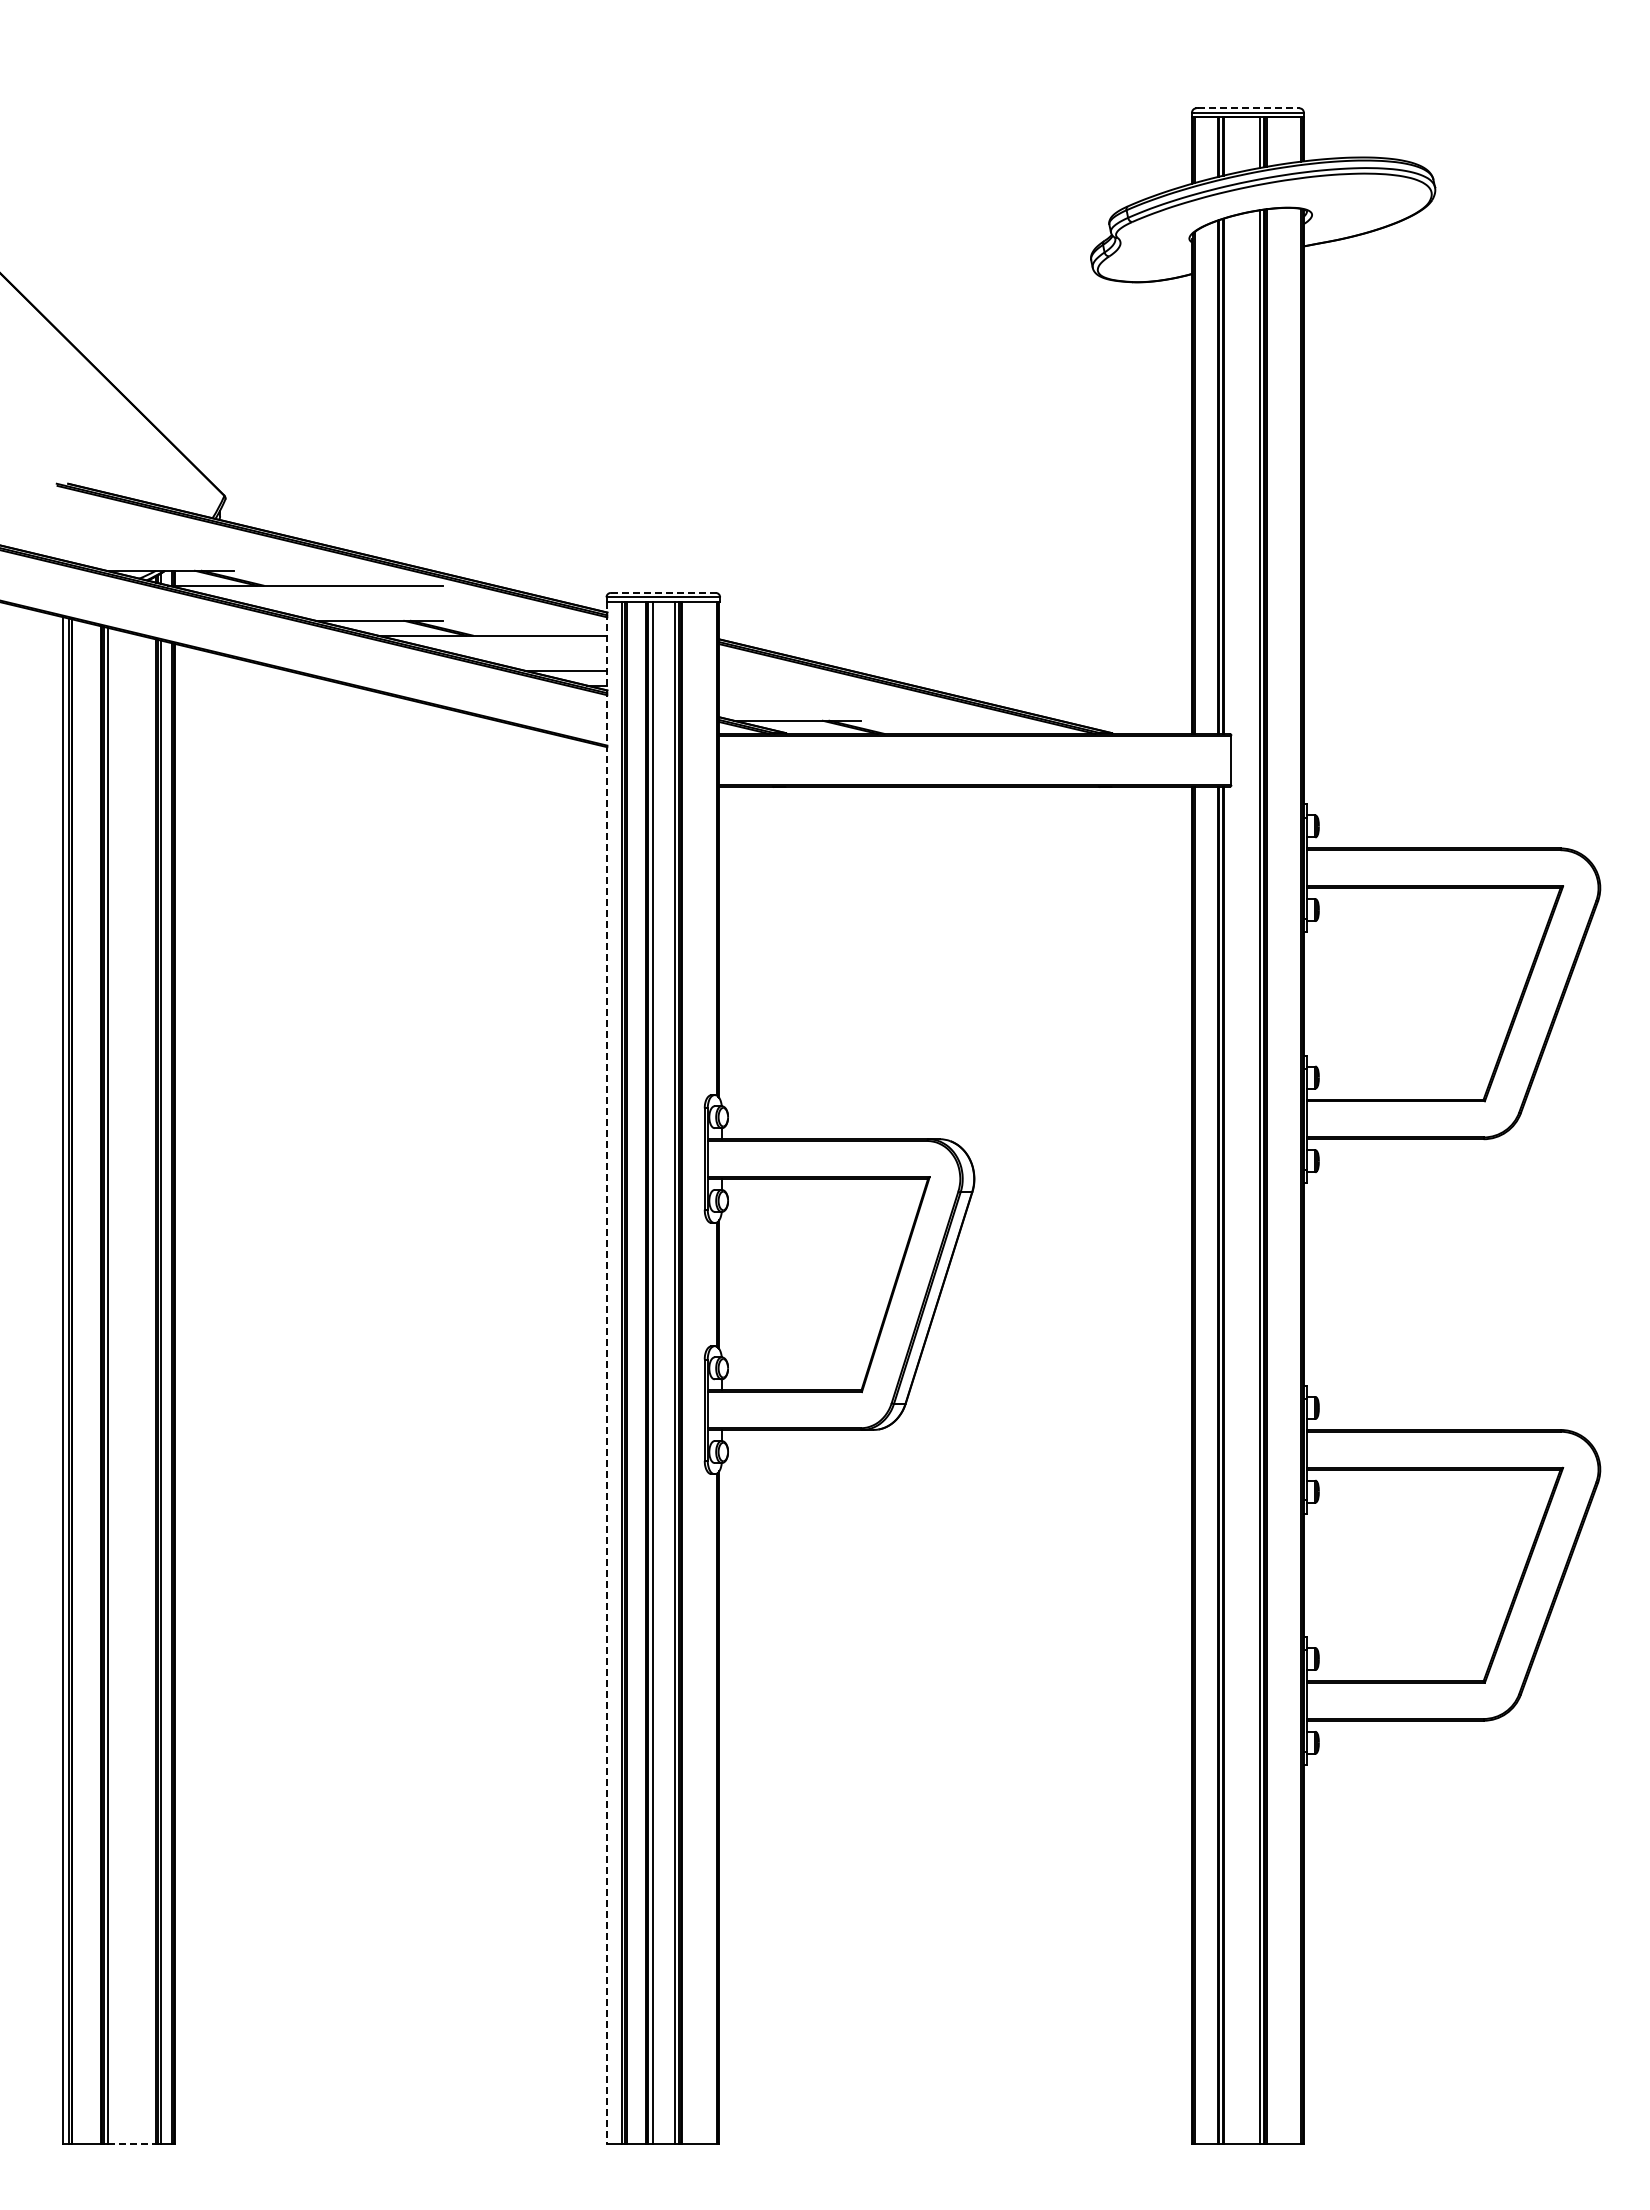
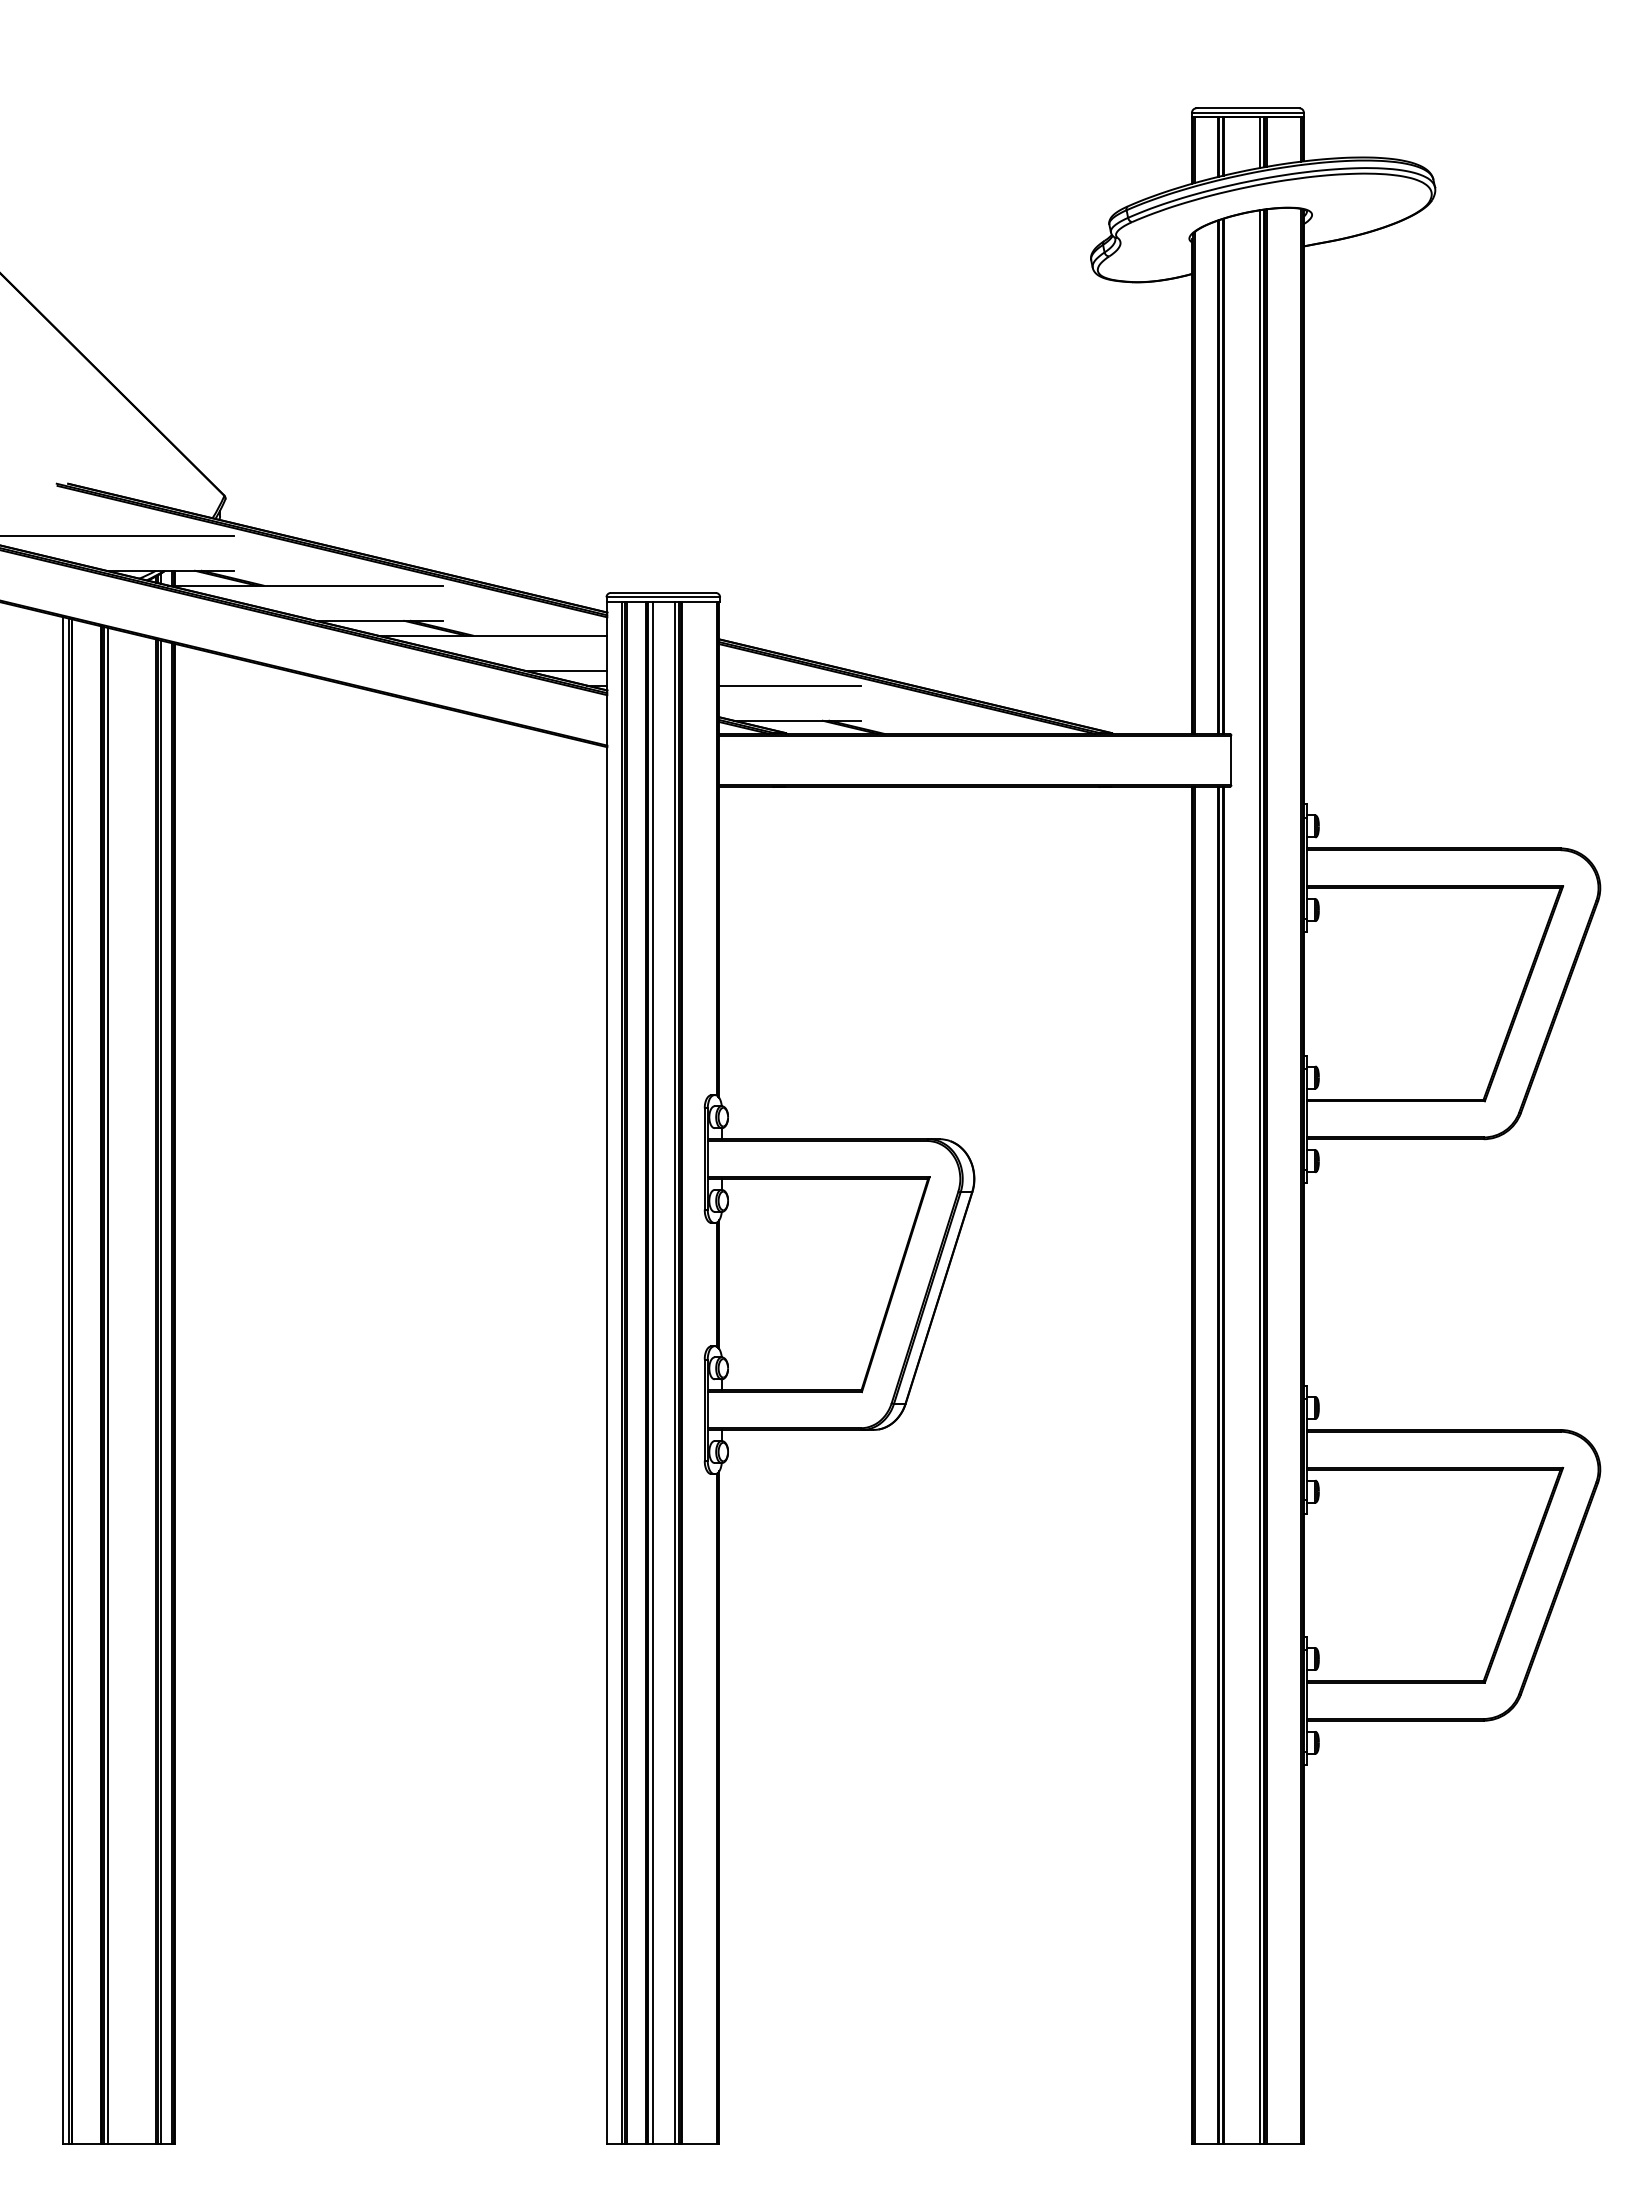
line at (1248, 108): dashed -> solid
line at (117, 535): none -> present
line at (663, 592): dashed -> solid
line at (790, 685): none -> present
line at (607, 1372): dashed -> solid
line at (132, 2143): dashed -> solid
